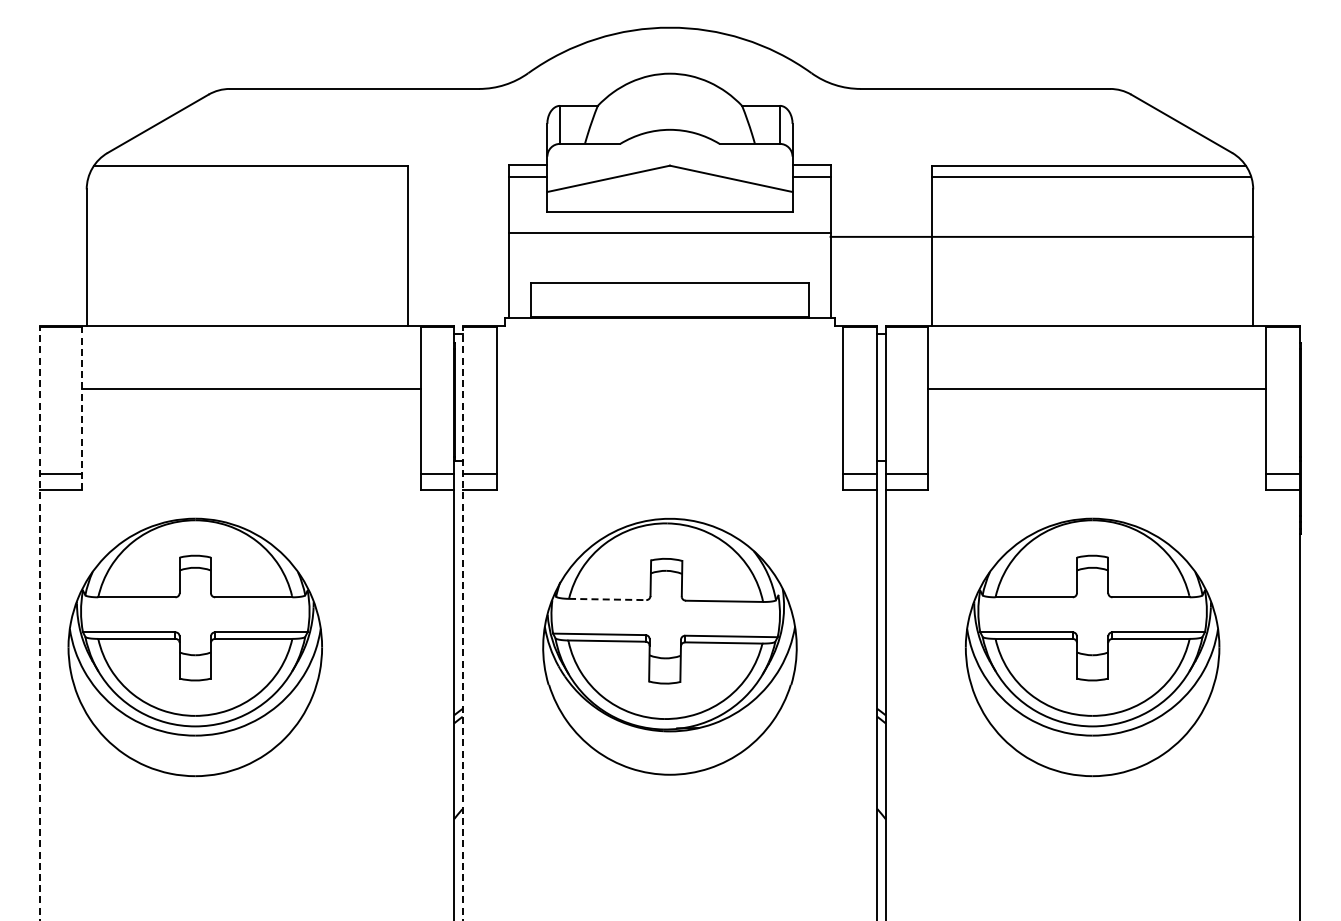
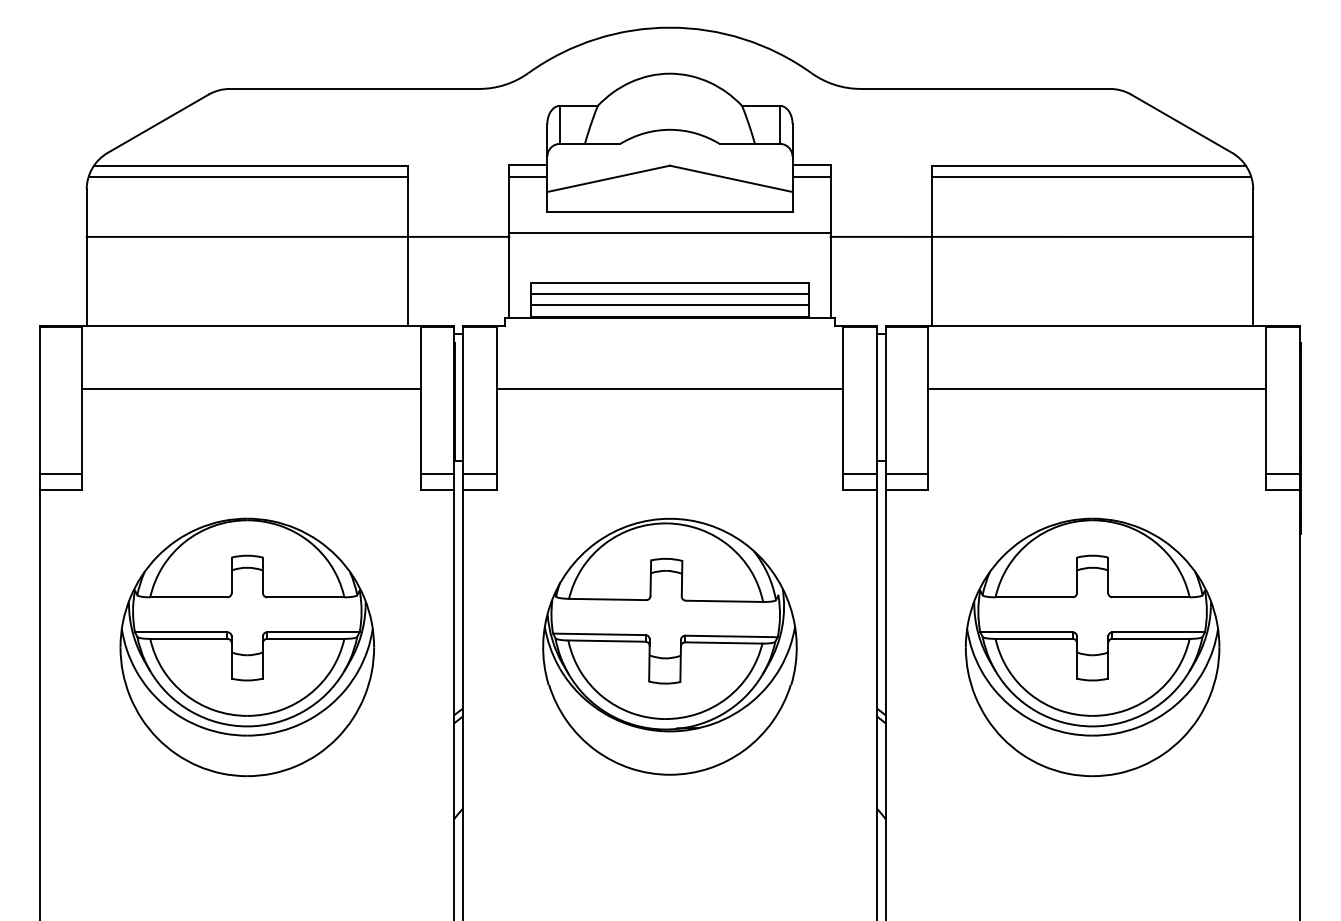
line at (247, 177): none -> present
line at (297, 236): none -> present
line at (669, 293): none -> present
line at (669, 304): none -> present
line at (669, 389): none -> present
line at (82, 408): dashed -> solid
line at (607, 599): dashed -> solid
line at (40, 622): dashed -> solid
line at (462, 622): dashed -> solid
part at (194, 647) position: (194, 647) -> (246, 647)
